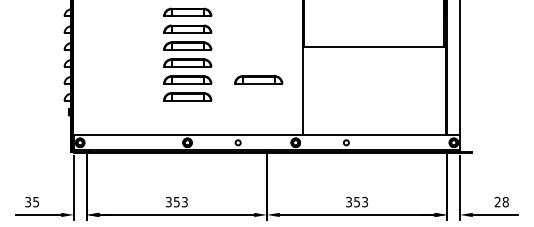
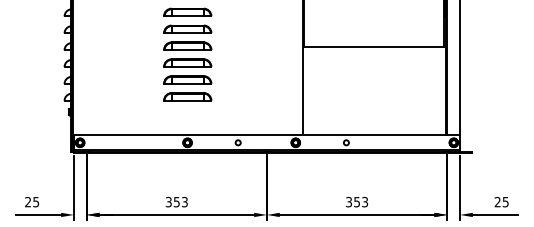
part at (258, 79): present -> none
text at (28, 202): 35 -> 25
text at (505, 202): 28 -> 25
